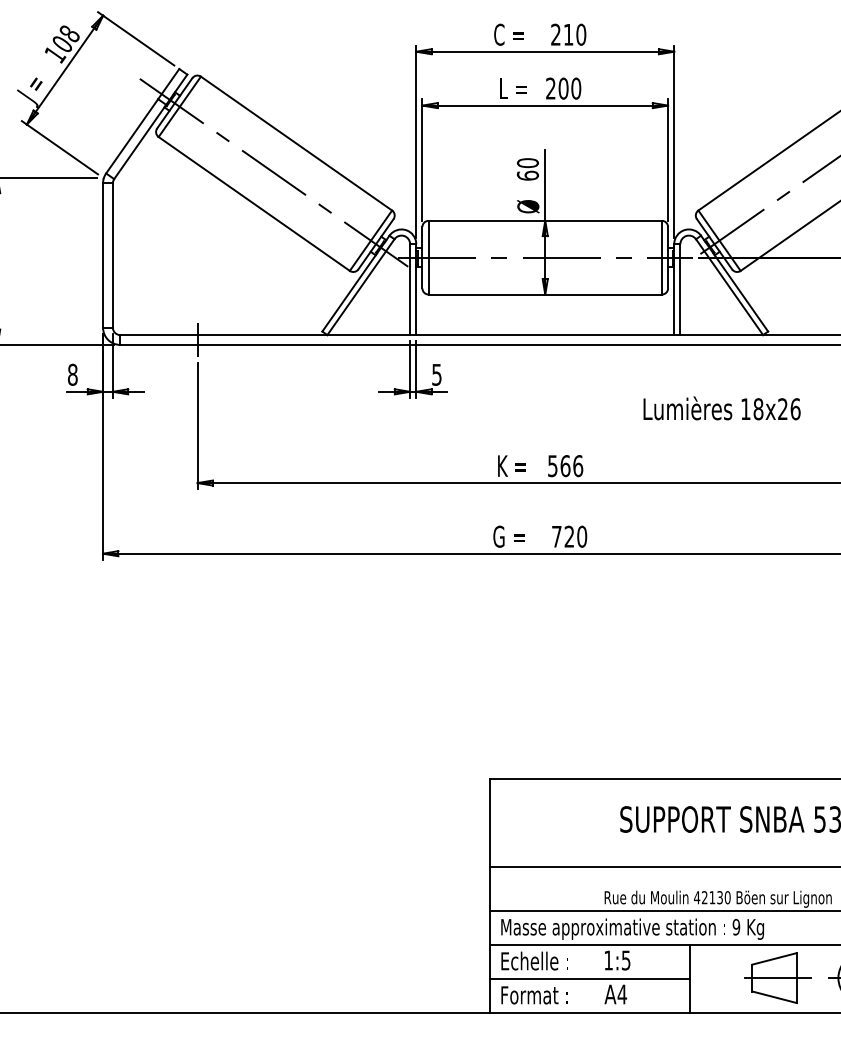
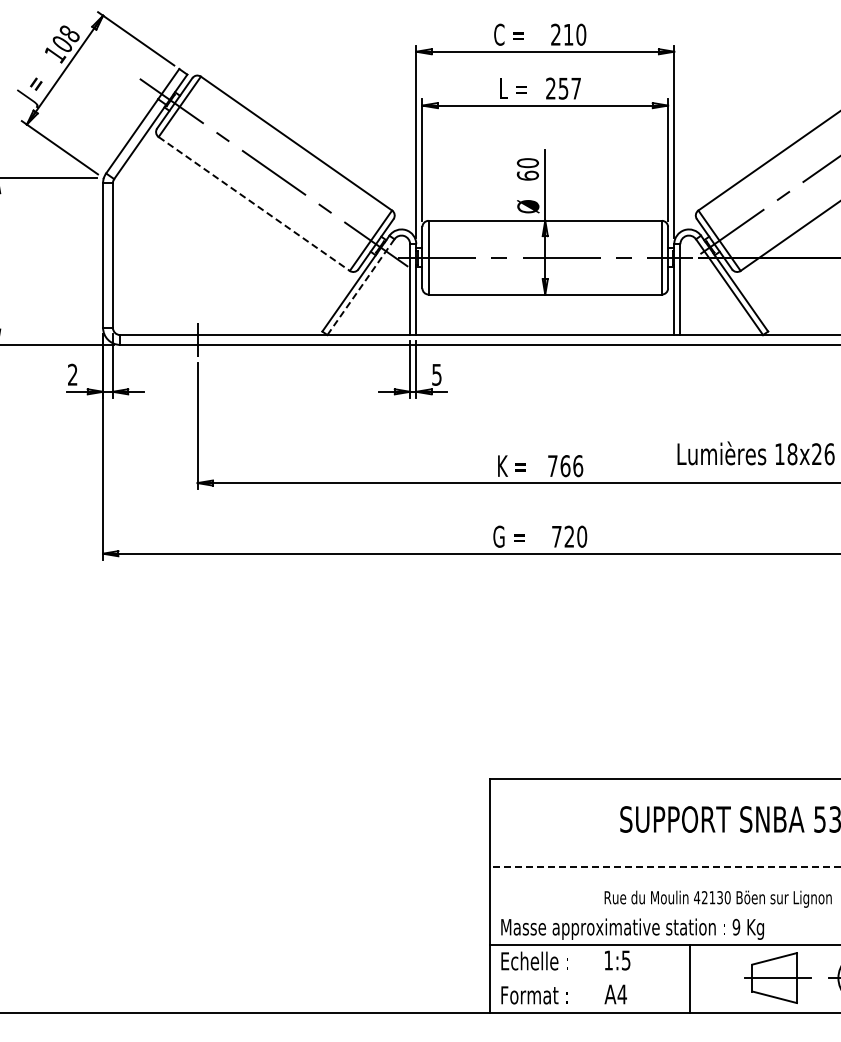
text at (569, 88): 200 -> 257
line at (254, 203): solid -> dashed
line at (361, 286): solid -> dashed
text at (72, 374): 8 -> 2
text at (721, 408) position: (721, 408) -> (755, 453)
text at (552, 466): 566 -> 766
line at (664, 866): solid -> dashed
line at (663, 911): present -> none
line at (589, 978): present -> none
